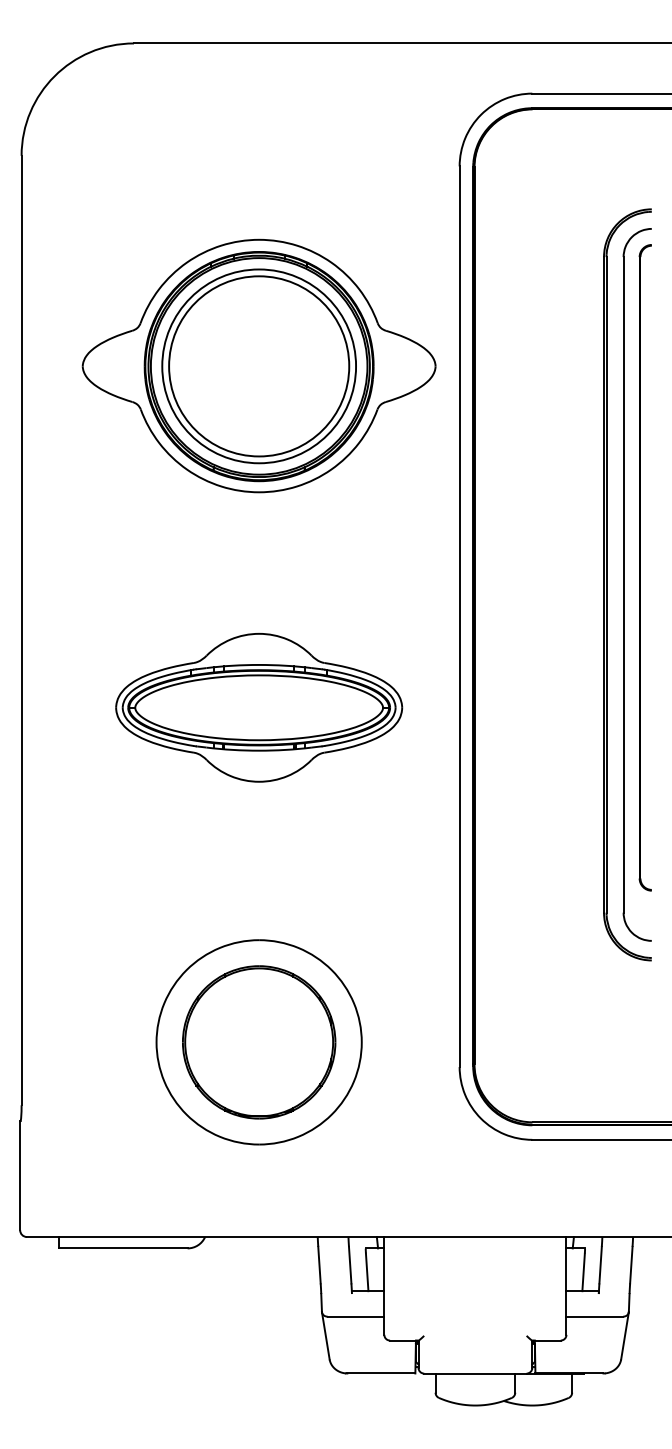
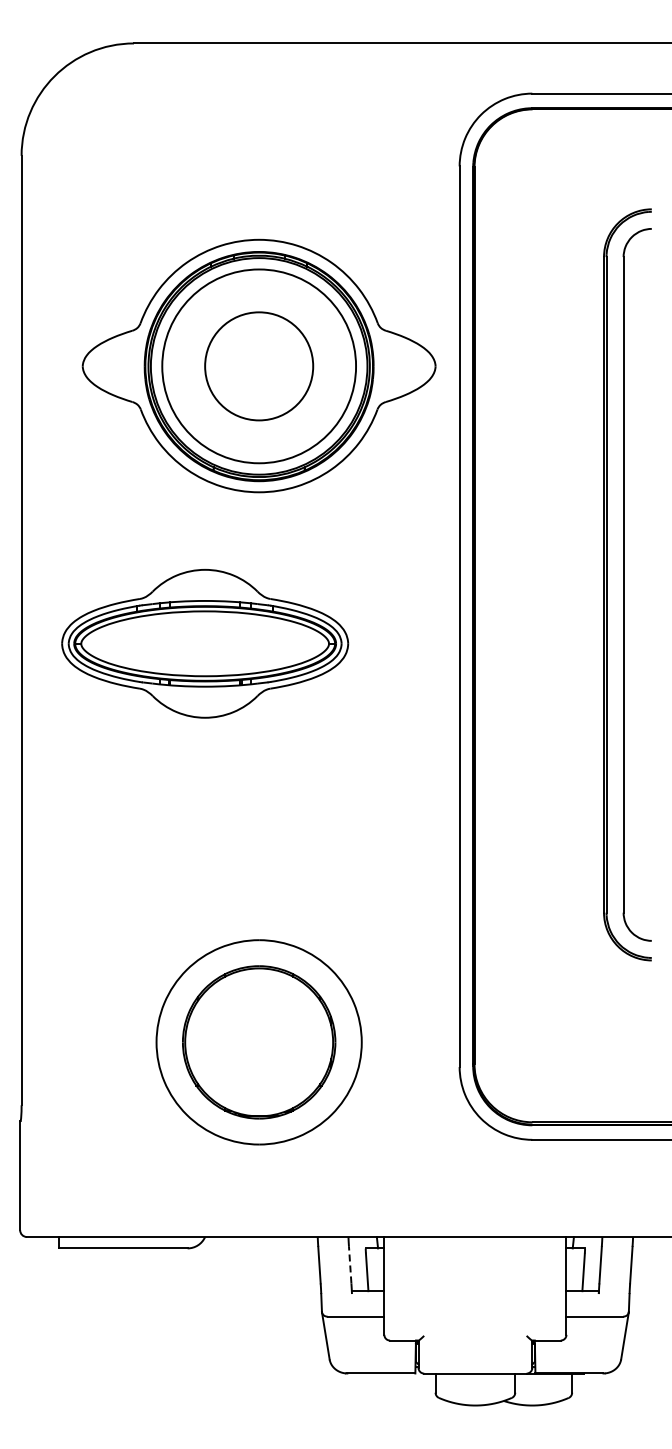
circle at (259, 366) diameter: 180 px -> 108 px
part at (644, 567): present -> none
part at (259, 707) position: (259, 707) -> (205, 643)
line at (350, 1264): solid -> dashed
